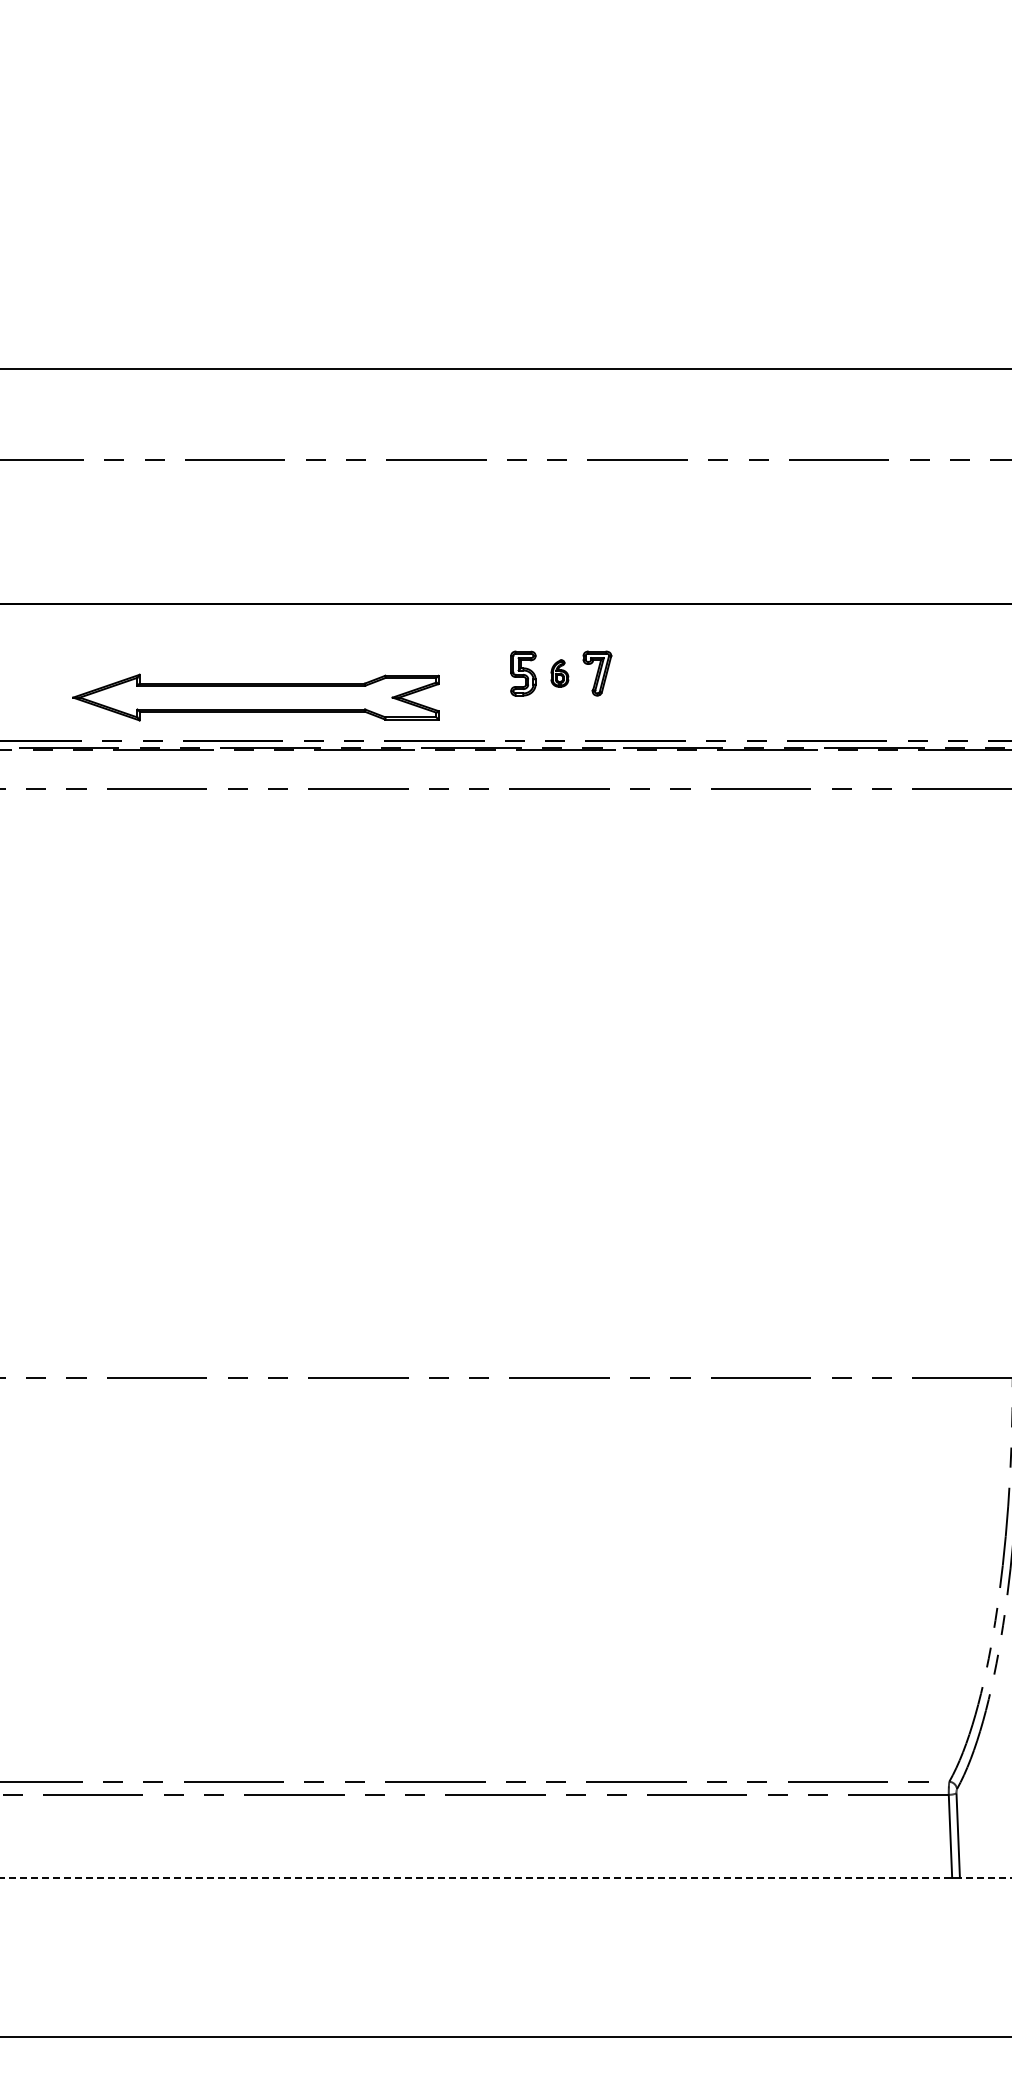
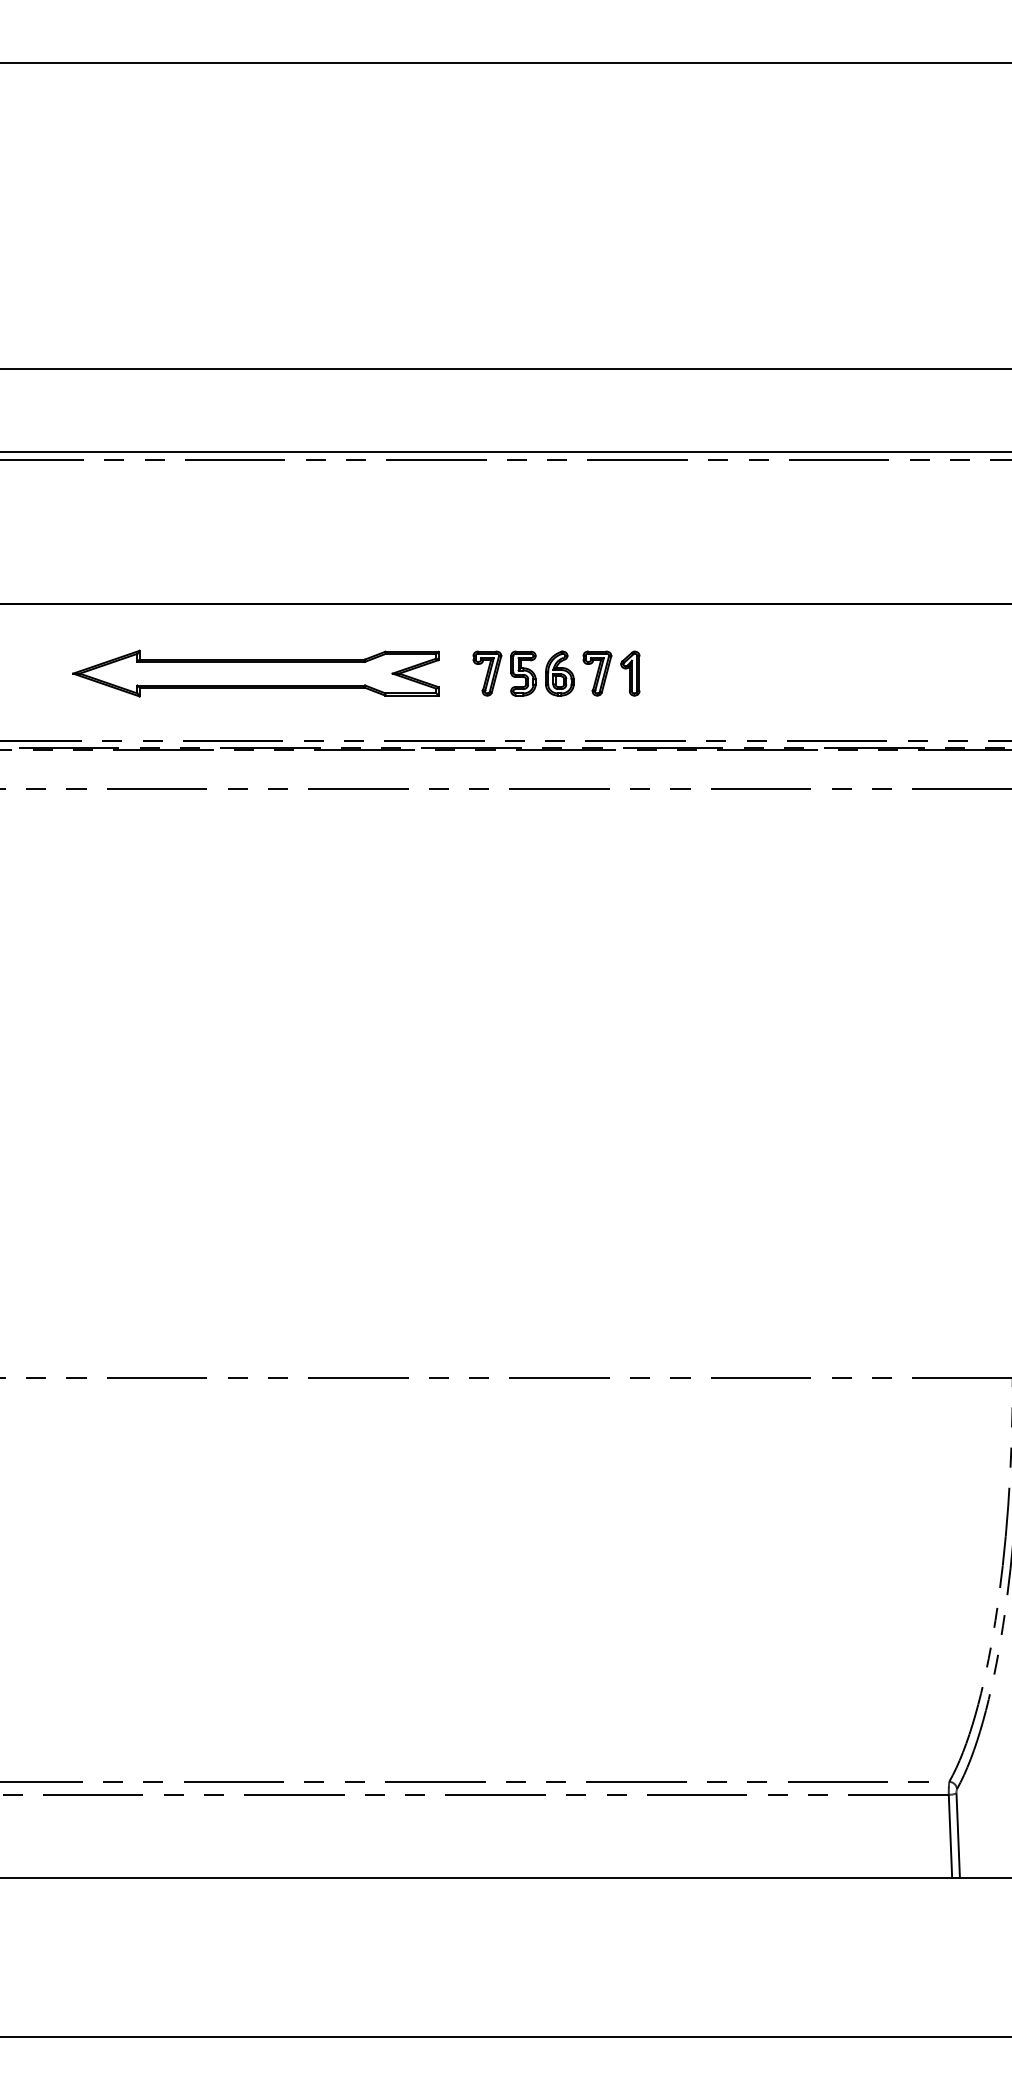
line at (505, 63): none -> present
line at (505, 451): none -> present
part at (487, 673): none -> present
part at (559, 673) size: 20x29 px -> 30x47 px
part at (630, 673): none -> present
part at (255, 697) position: (255, 697) -> (255, 673)
line at (476, 1878): dashed -> solid
line at (985, 1878): dashed -> solid
